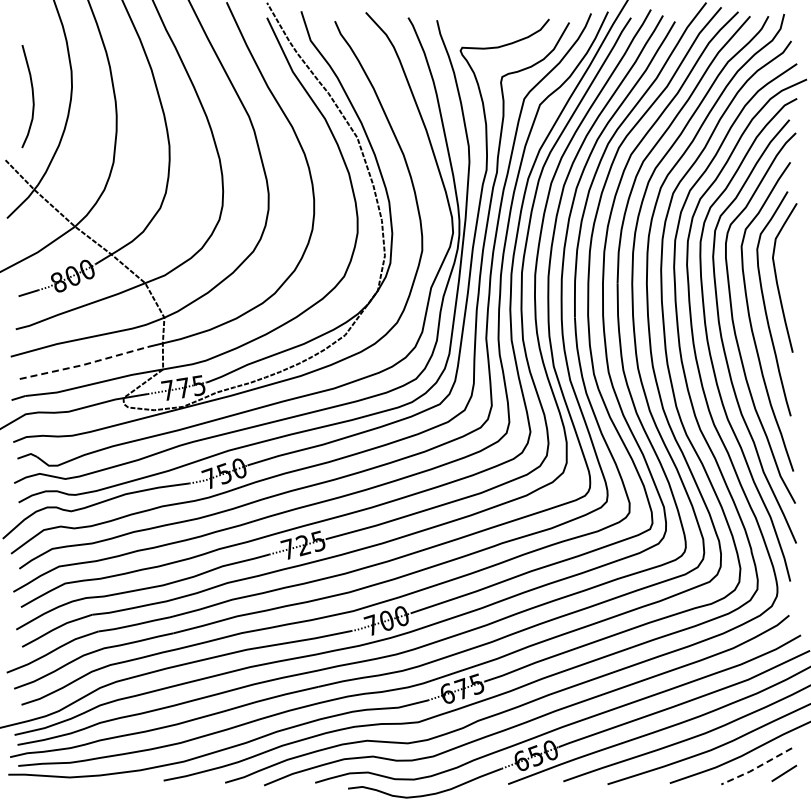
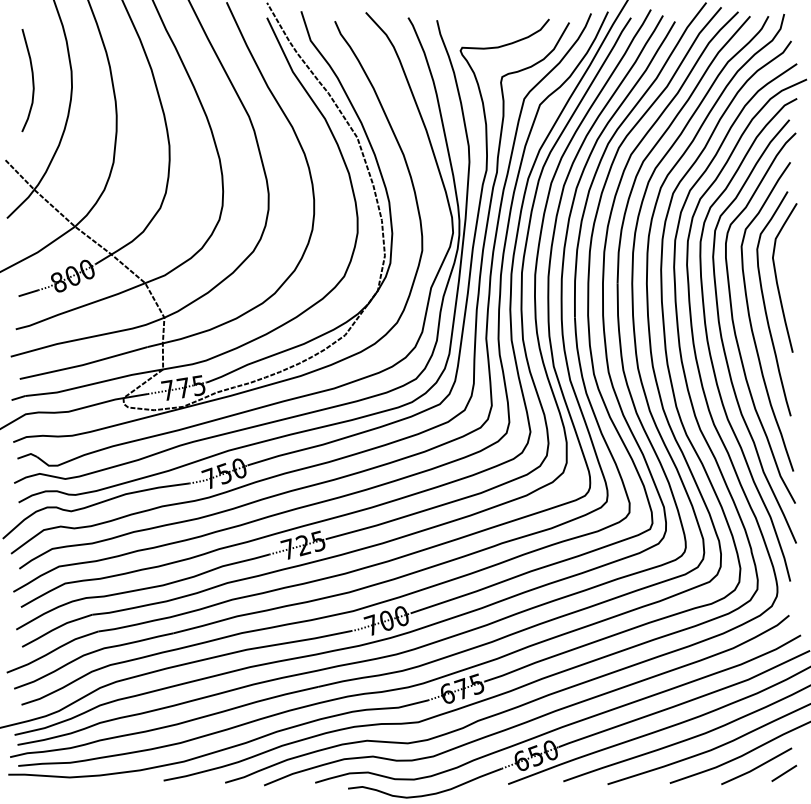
curve at (32, 96) position: (32, 96) -> (32, 80)
line at (83, 364): dashed -> solid
line at (756, 767): dashed -> solid
